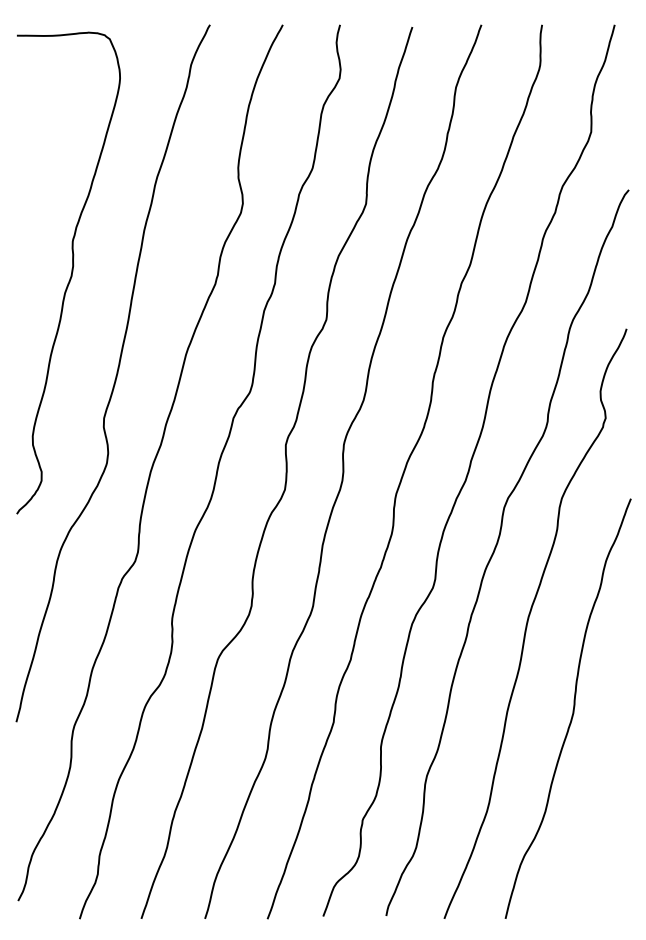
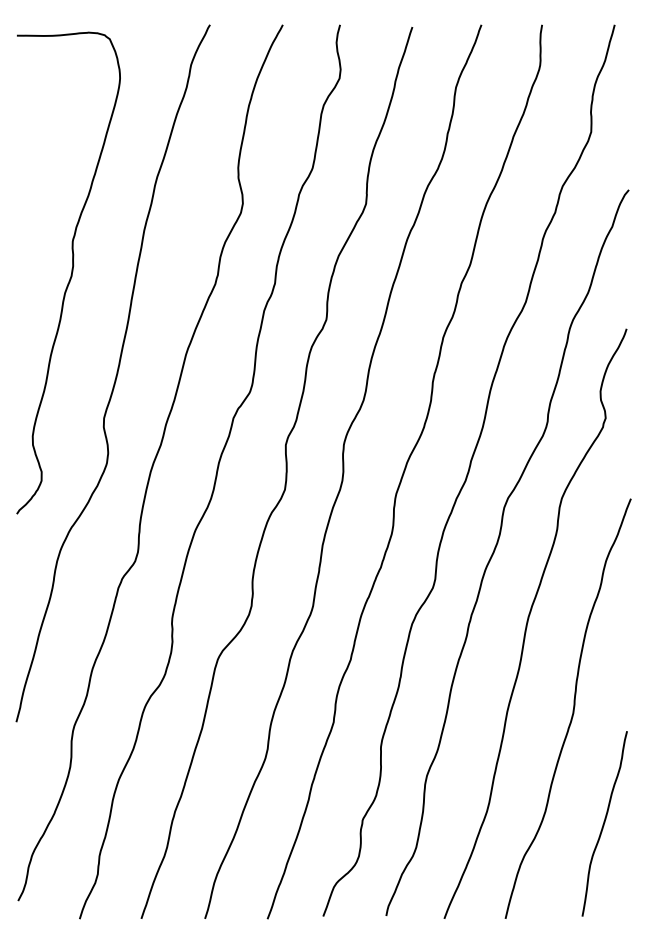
curve at (604, 823): none -> present
